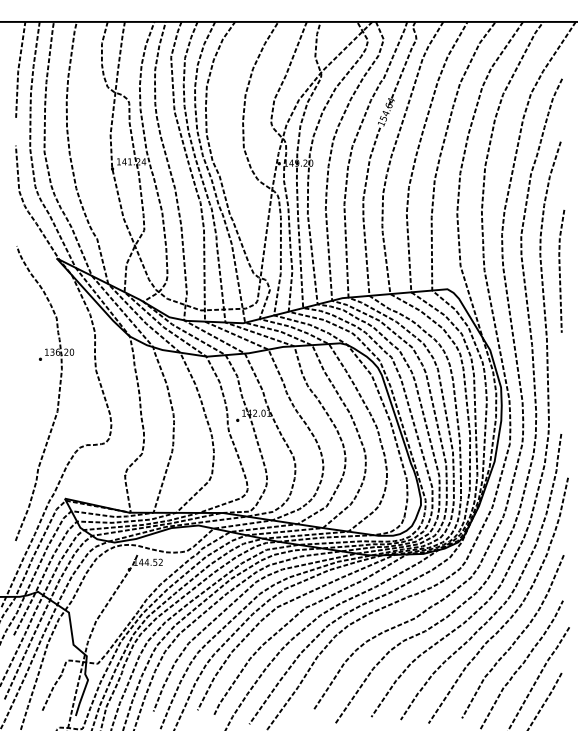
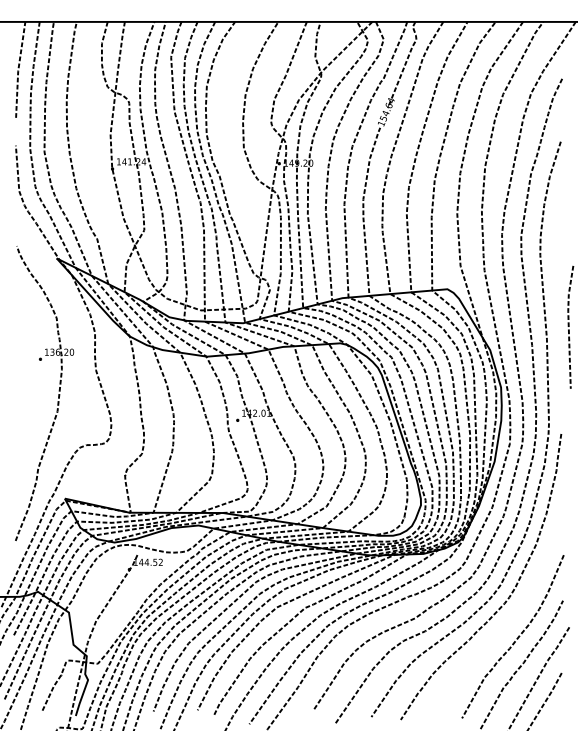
line at (560, 270) position: (560, 270) -> (569, 326)
curve at (514, 611): present -> none
